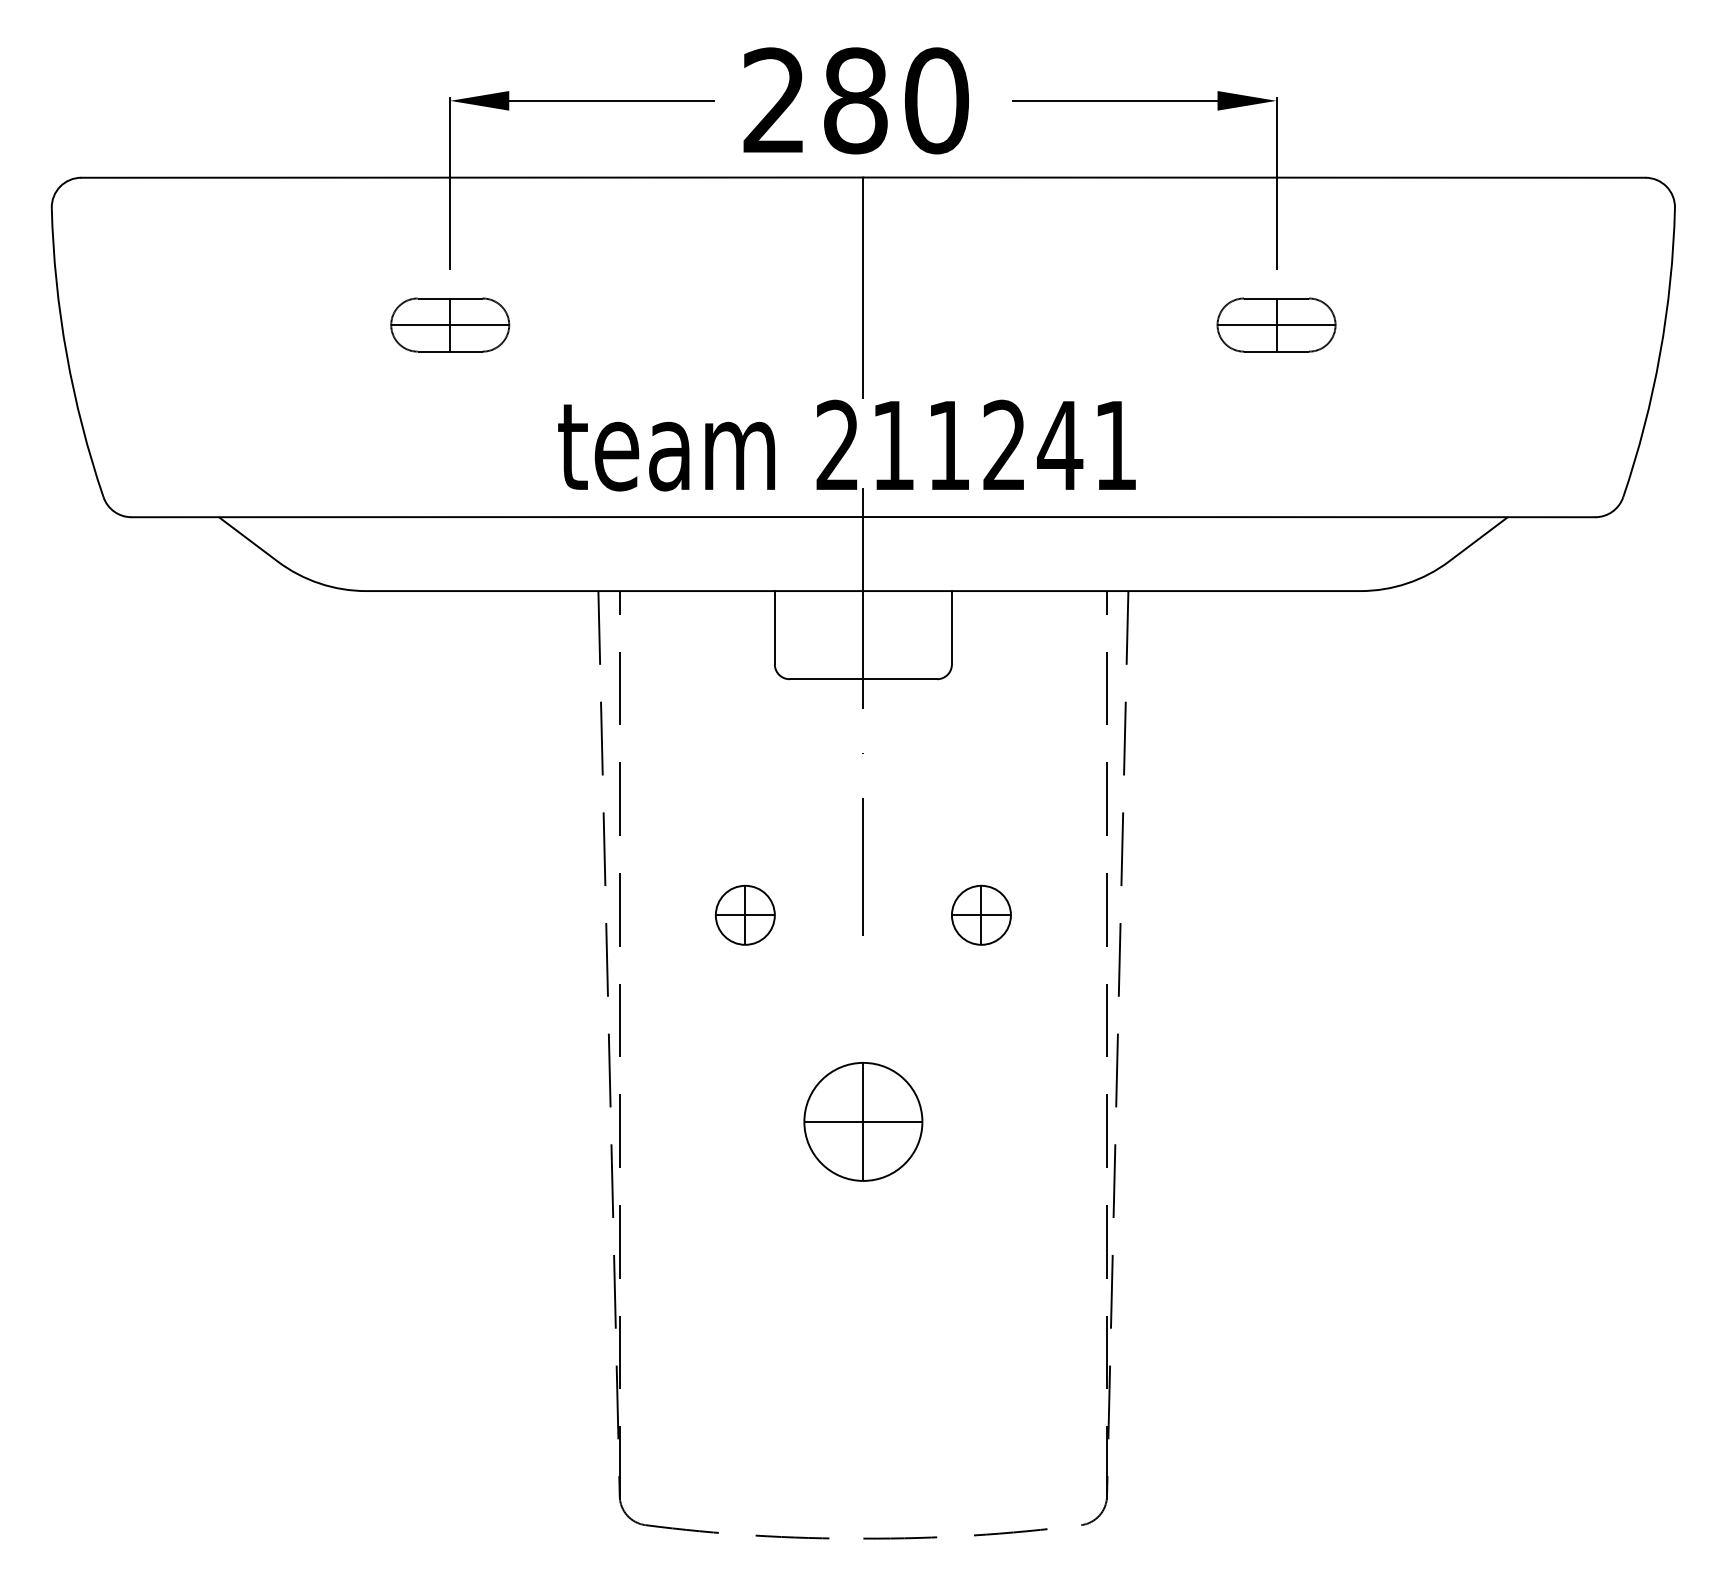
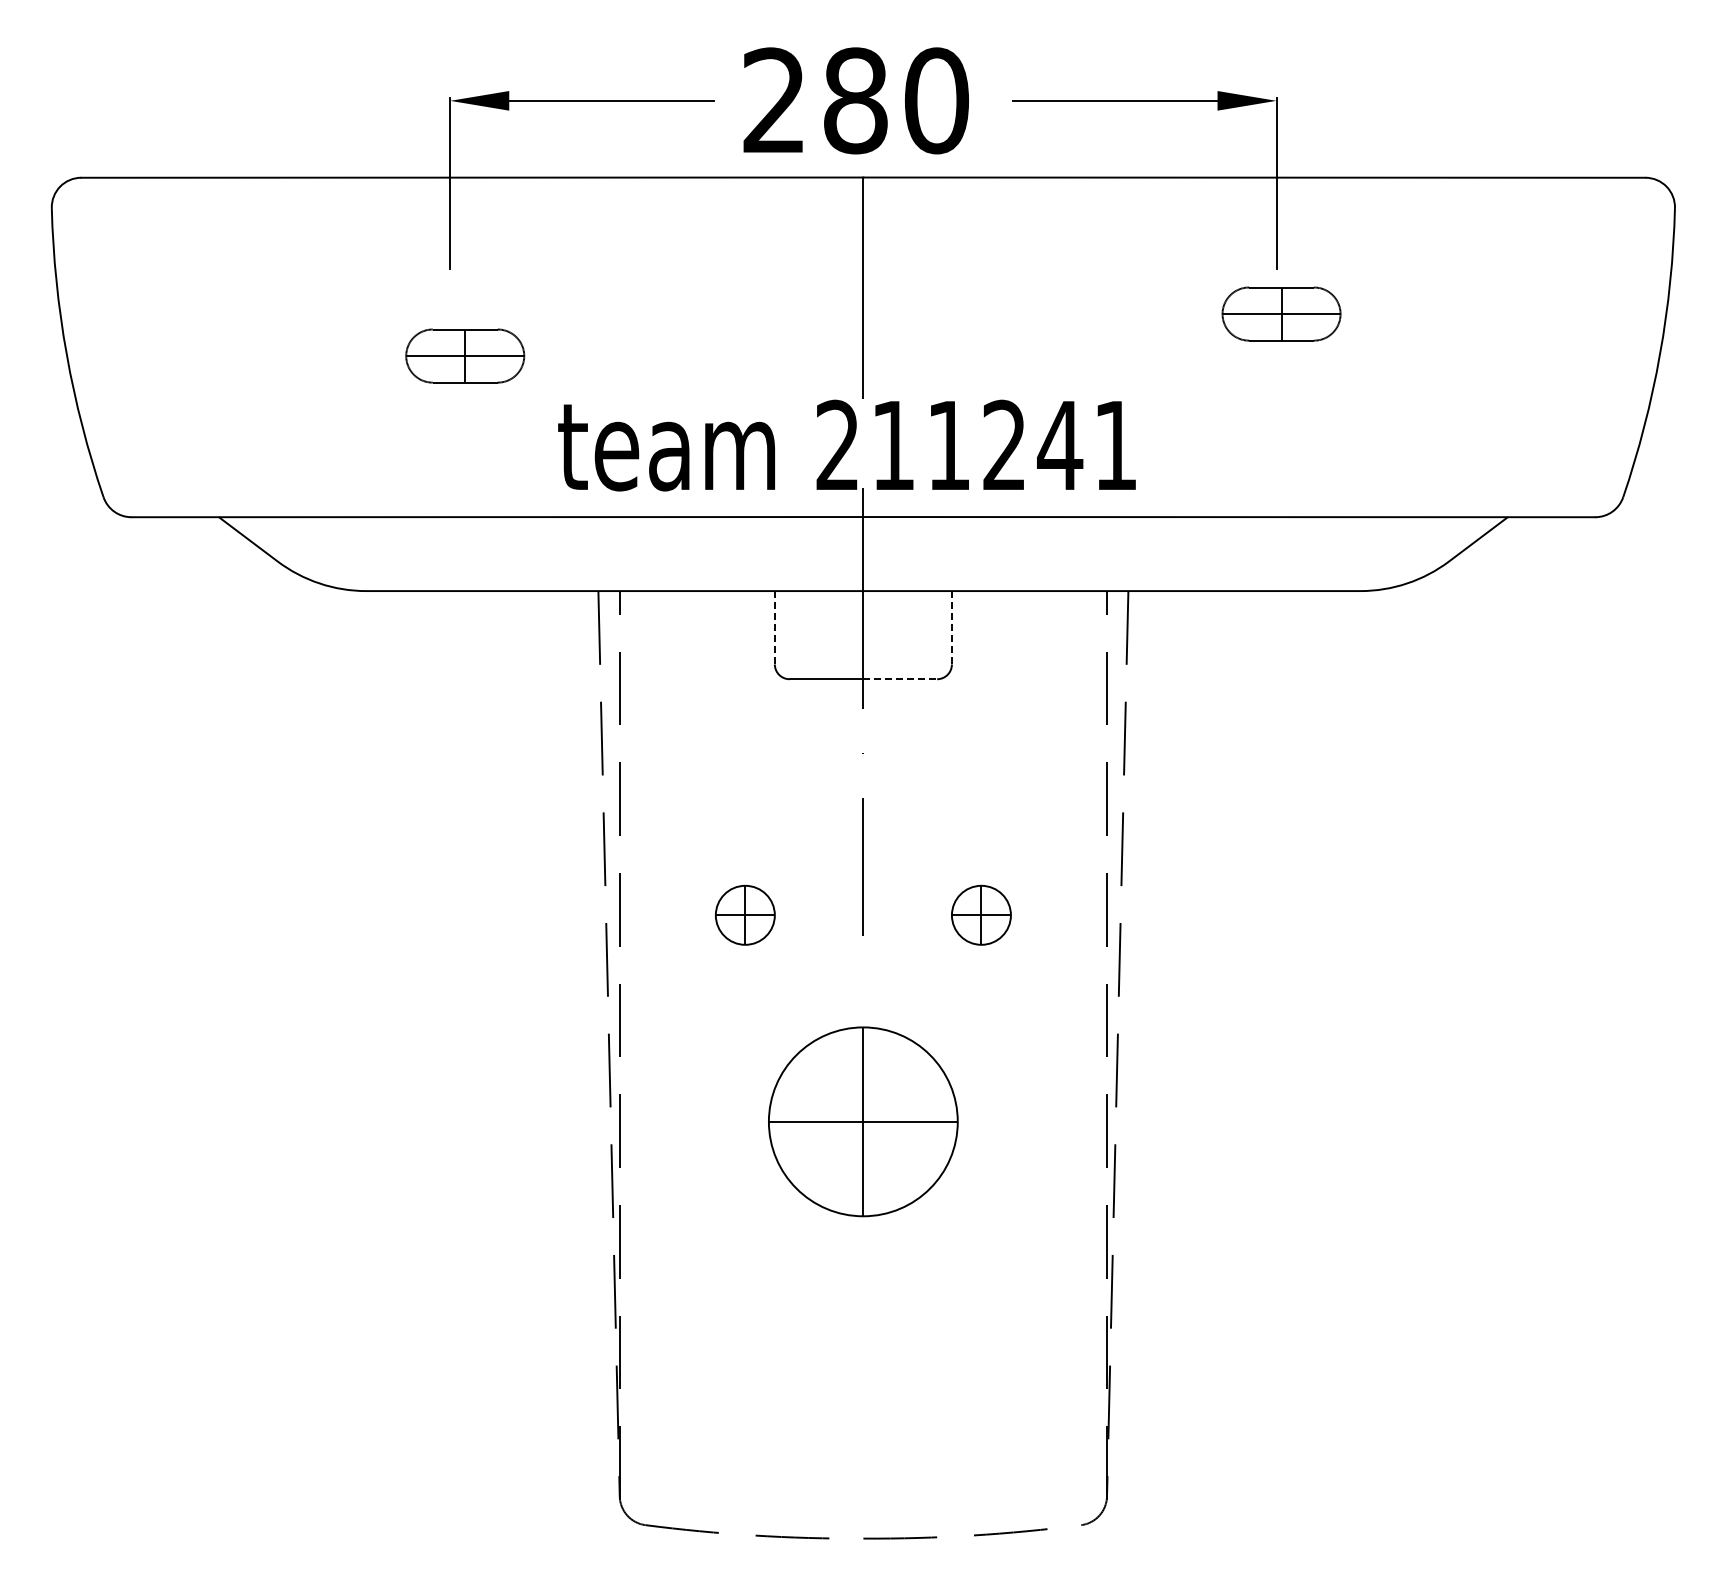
part at (450, 324) position: (450, 324) -> (465, 355)
part at (1276, 324) position: (1276, 324) -> (1281, 313)
line at (774, 627): solid -> dashed
line at (951, 627): solid -> dashed
line at (900, 679): solid -> dashed
part at (863, 1121) size: 121x120 px -> 191x192 px
